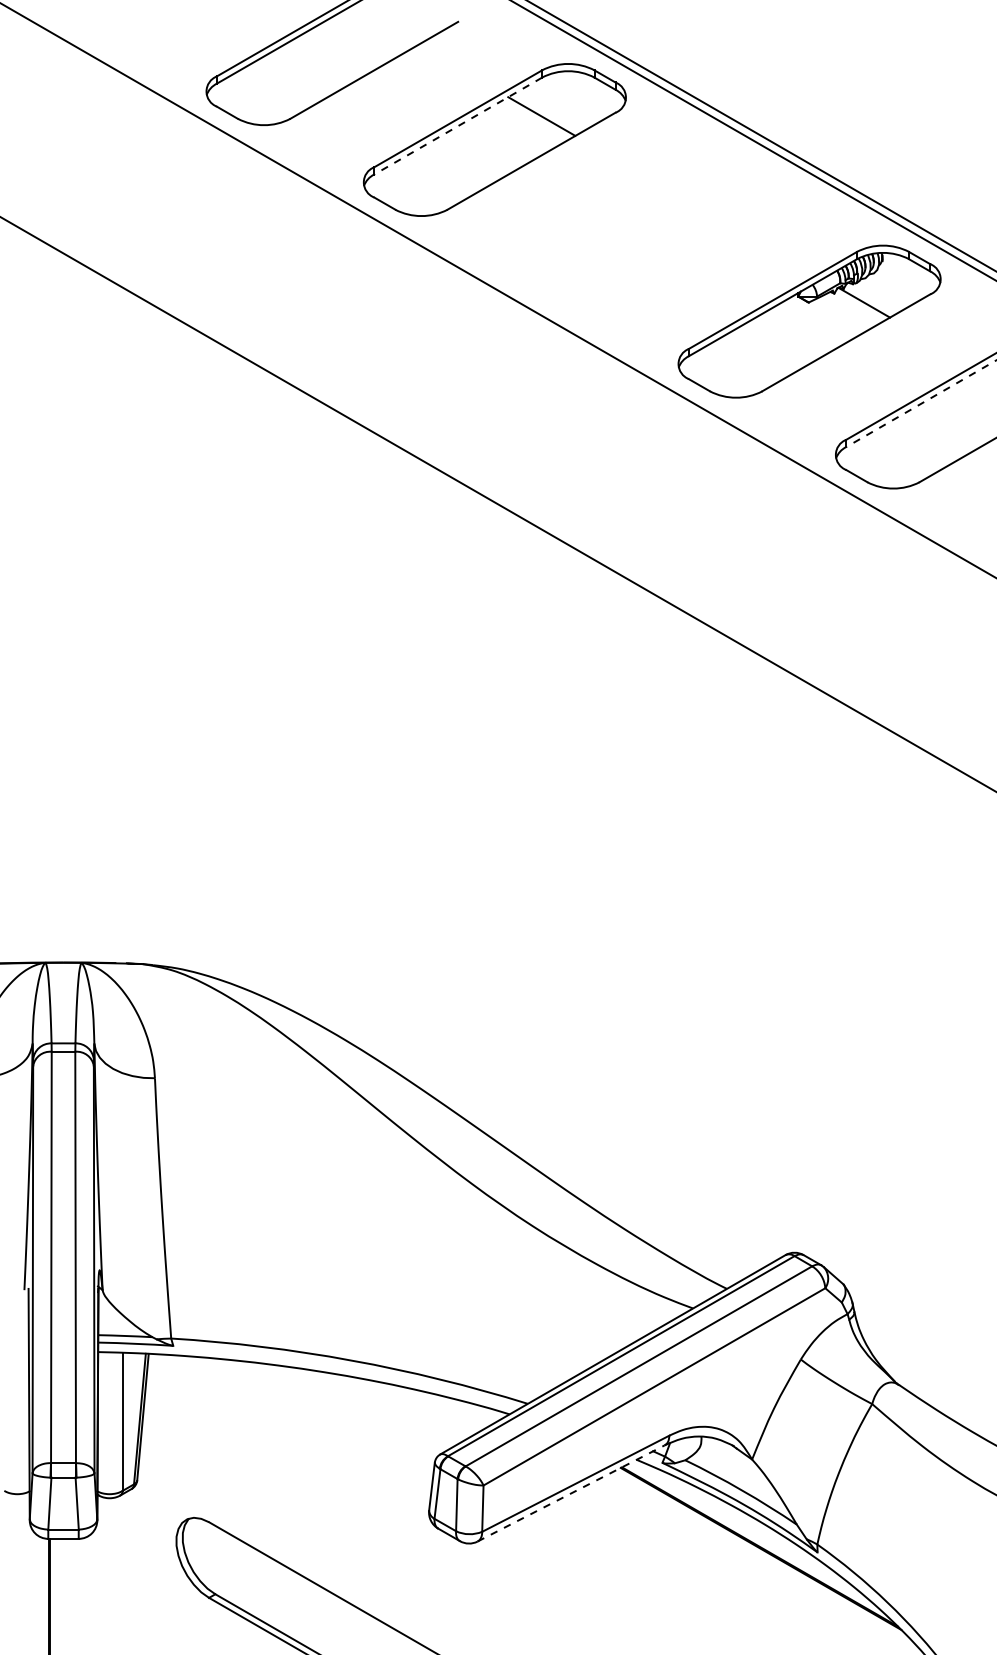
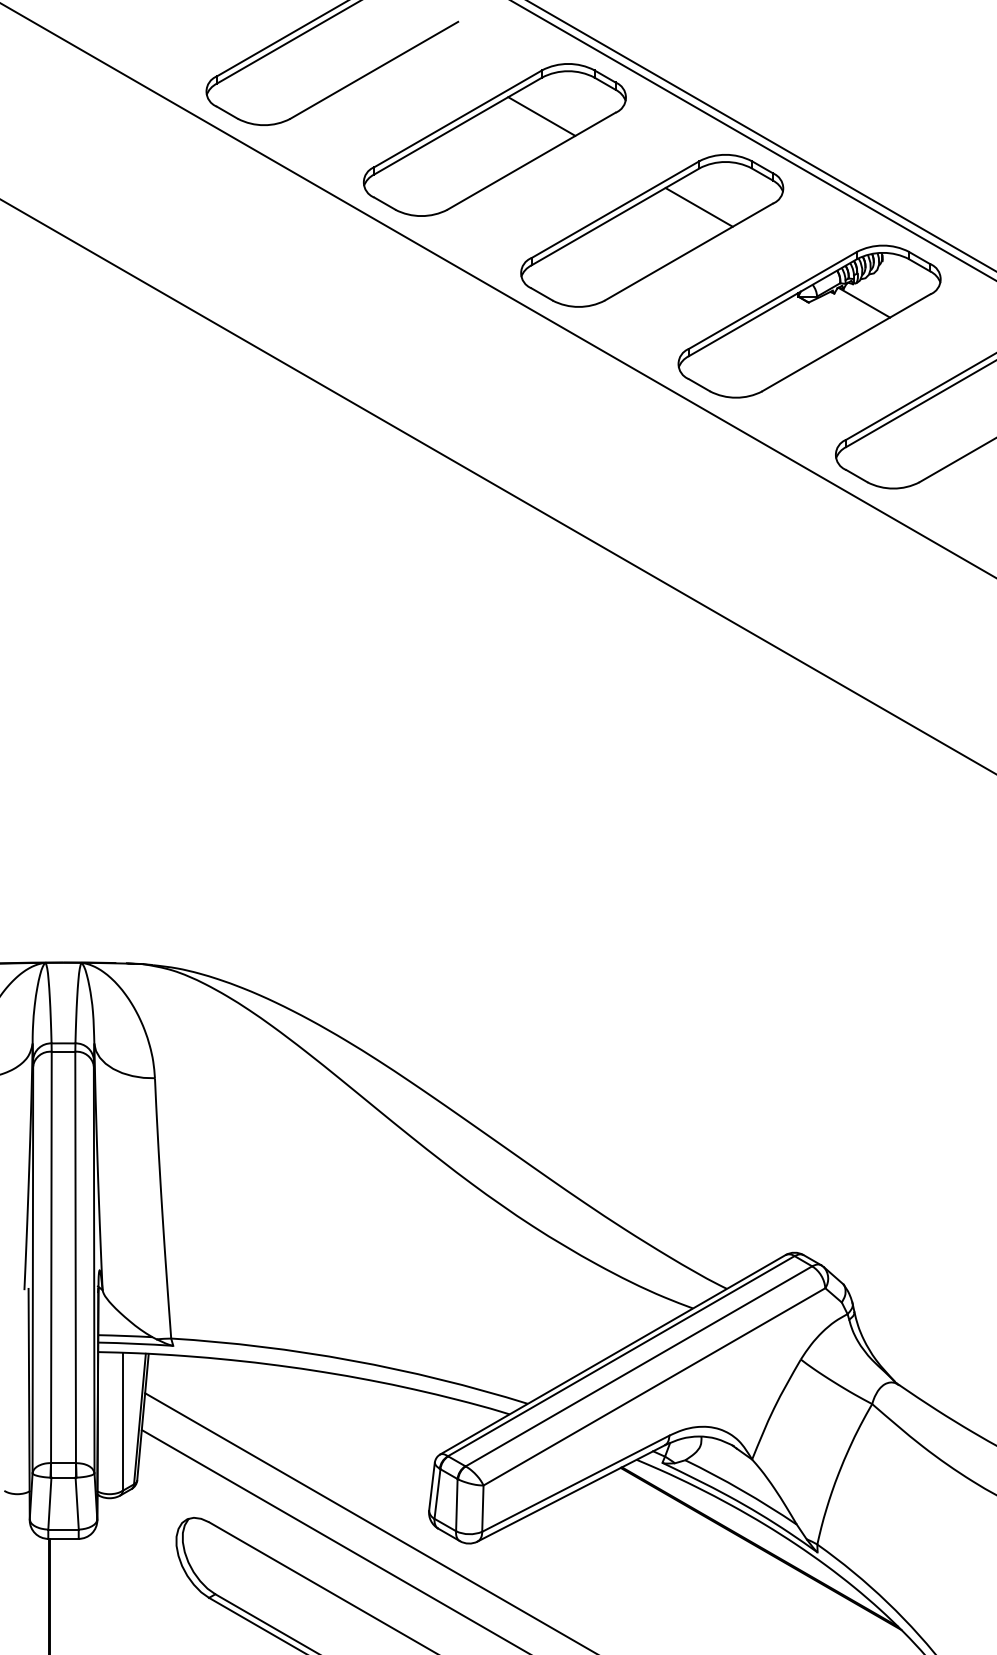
line at (458, 126): dashed -> solid
part at (652, 230): none -> present
line at (921, 403): dashed -> solid
line at (497, 504) position: (497, 504) -> (497, 486)
line at (571, 1493): dashed -> solid
line at (368, 1522): none -> present
line at (333, 1540): none -> present
